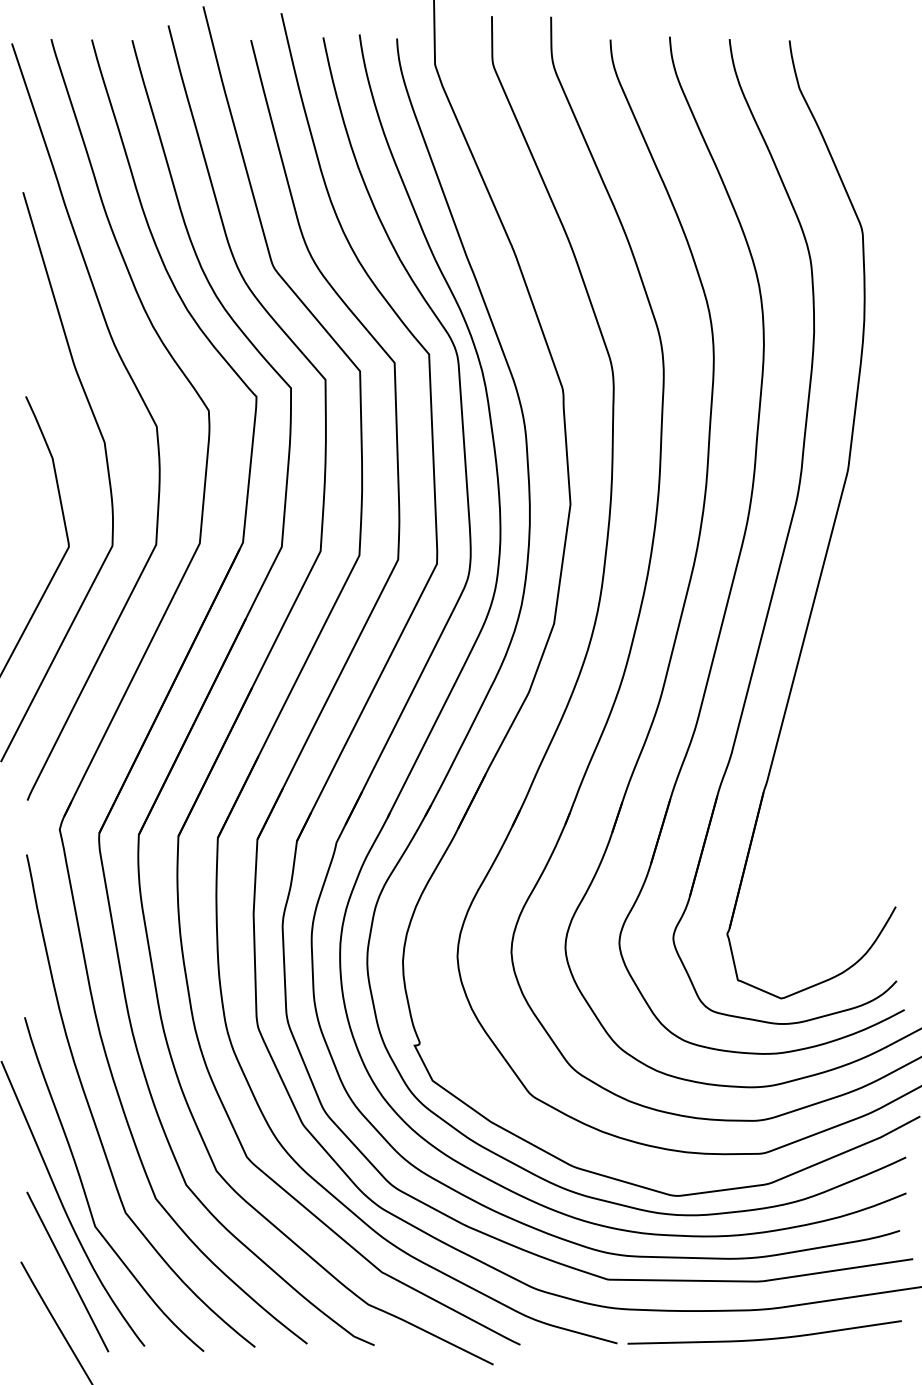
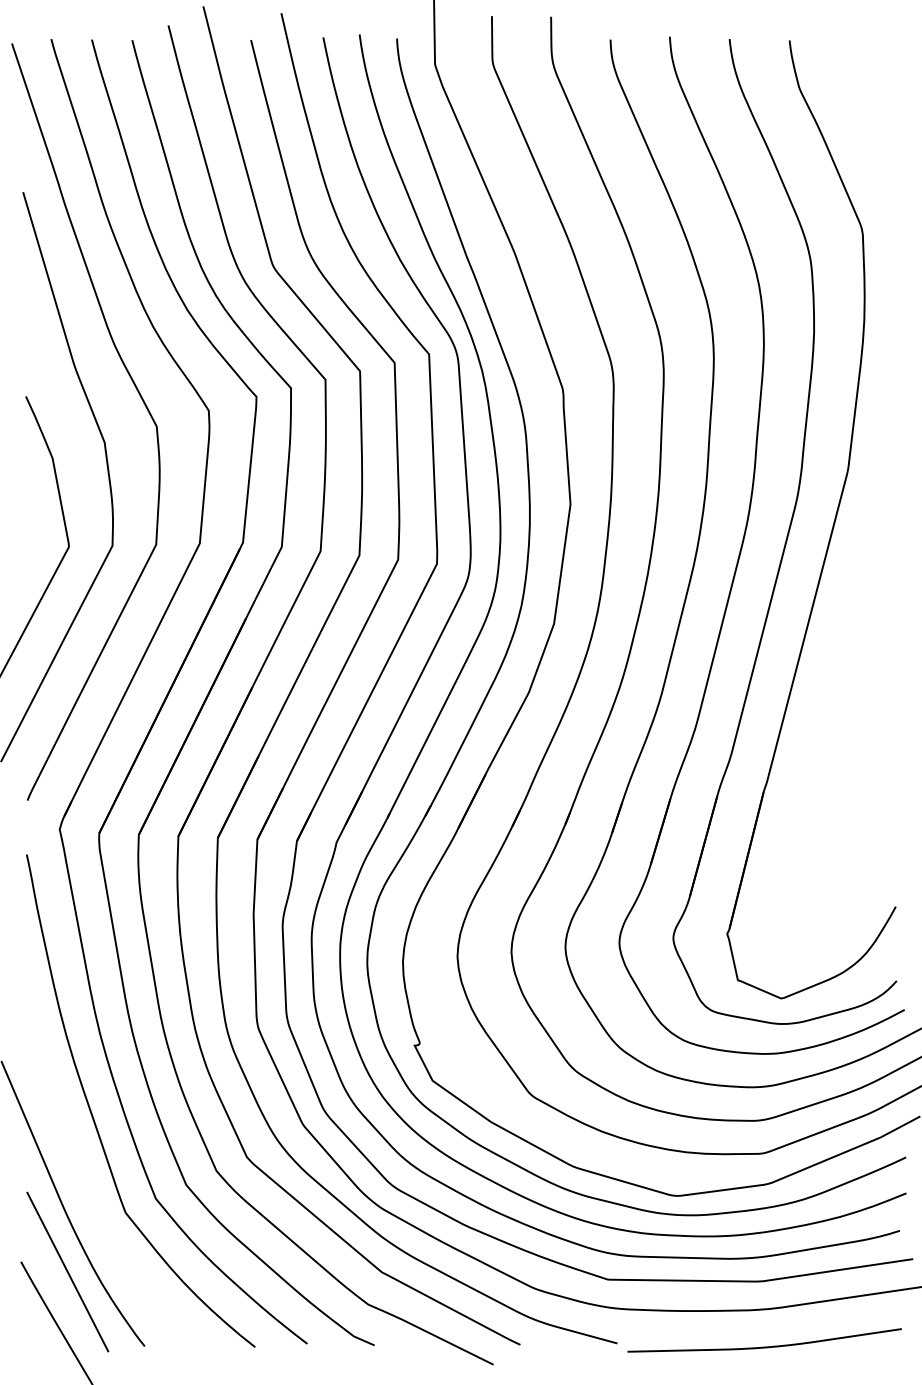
curve at (86, 1194): present -> none
curve at (764, 1338) position: (764, 1338) -> (764, 1346)
